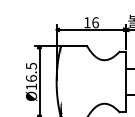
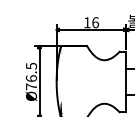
text at (31, 86): Ø16.5 -> Ø76.5
